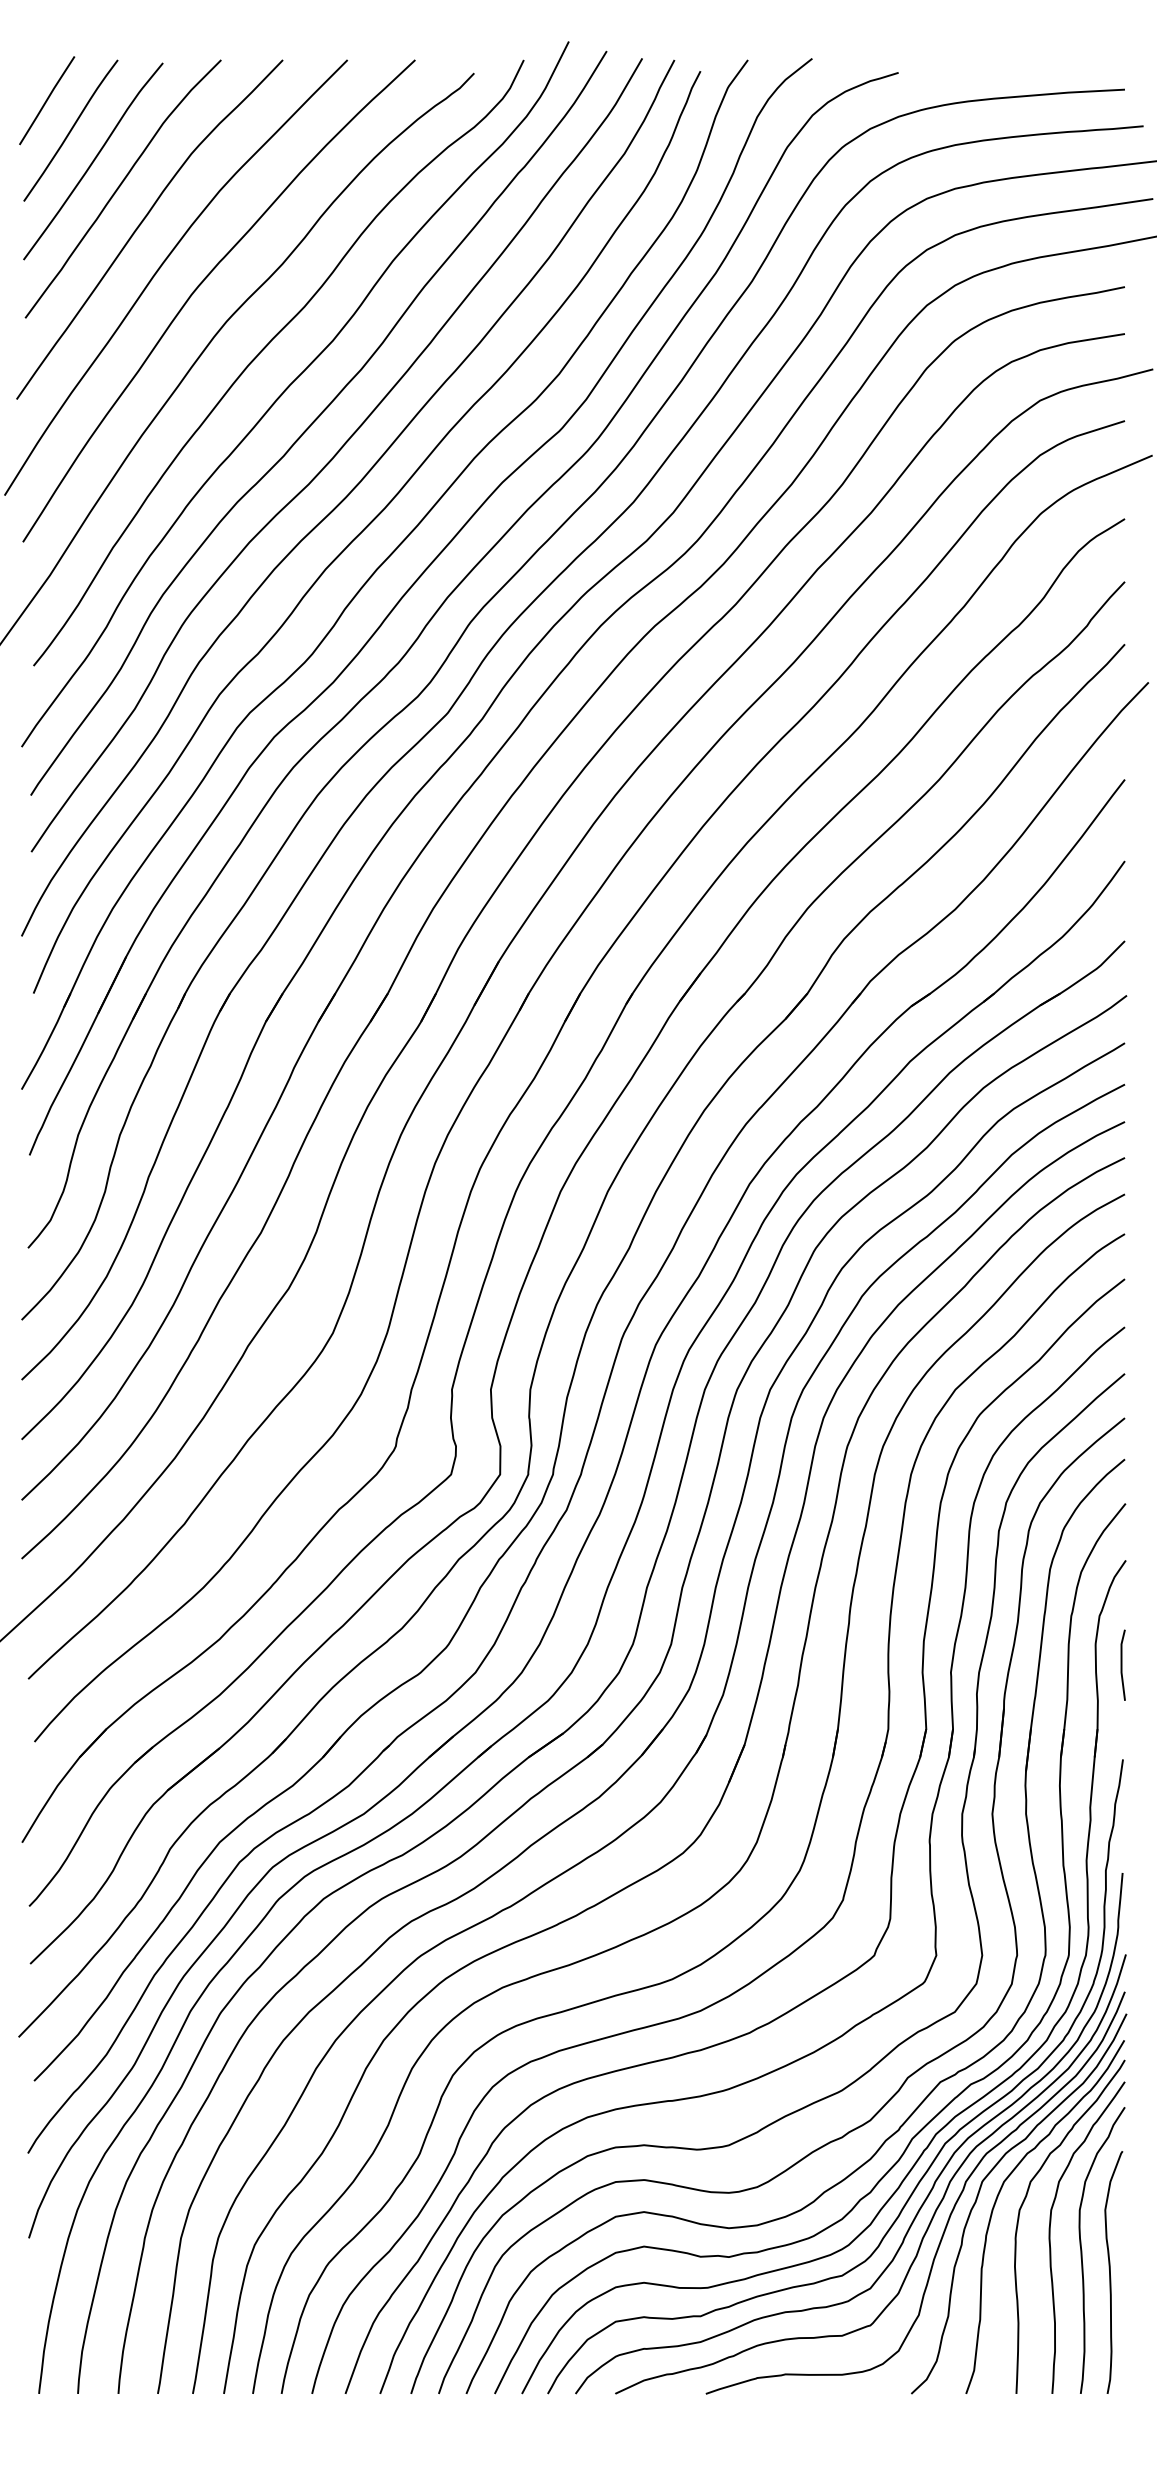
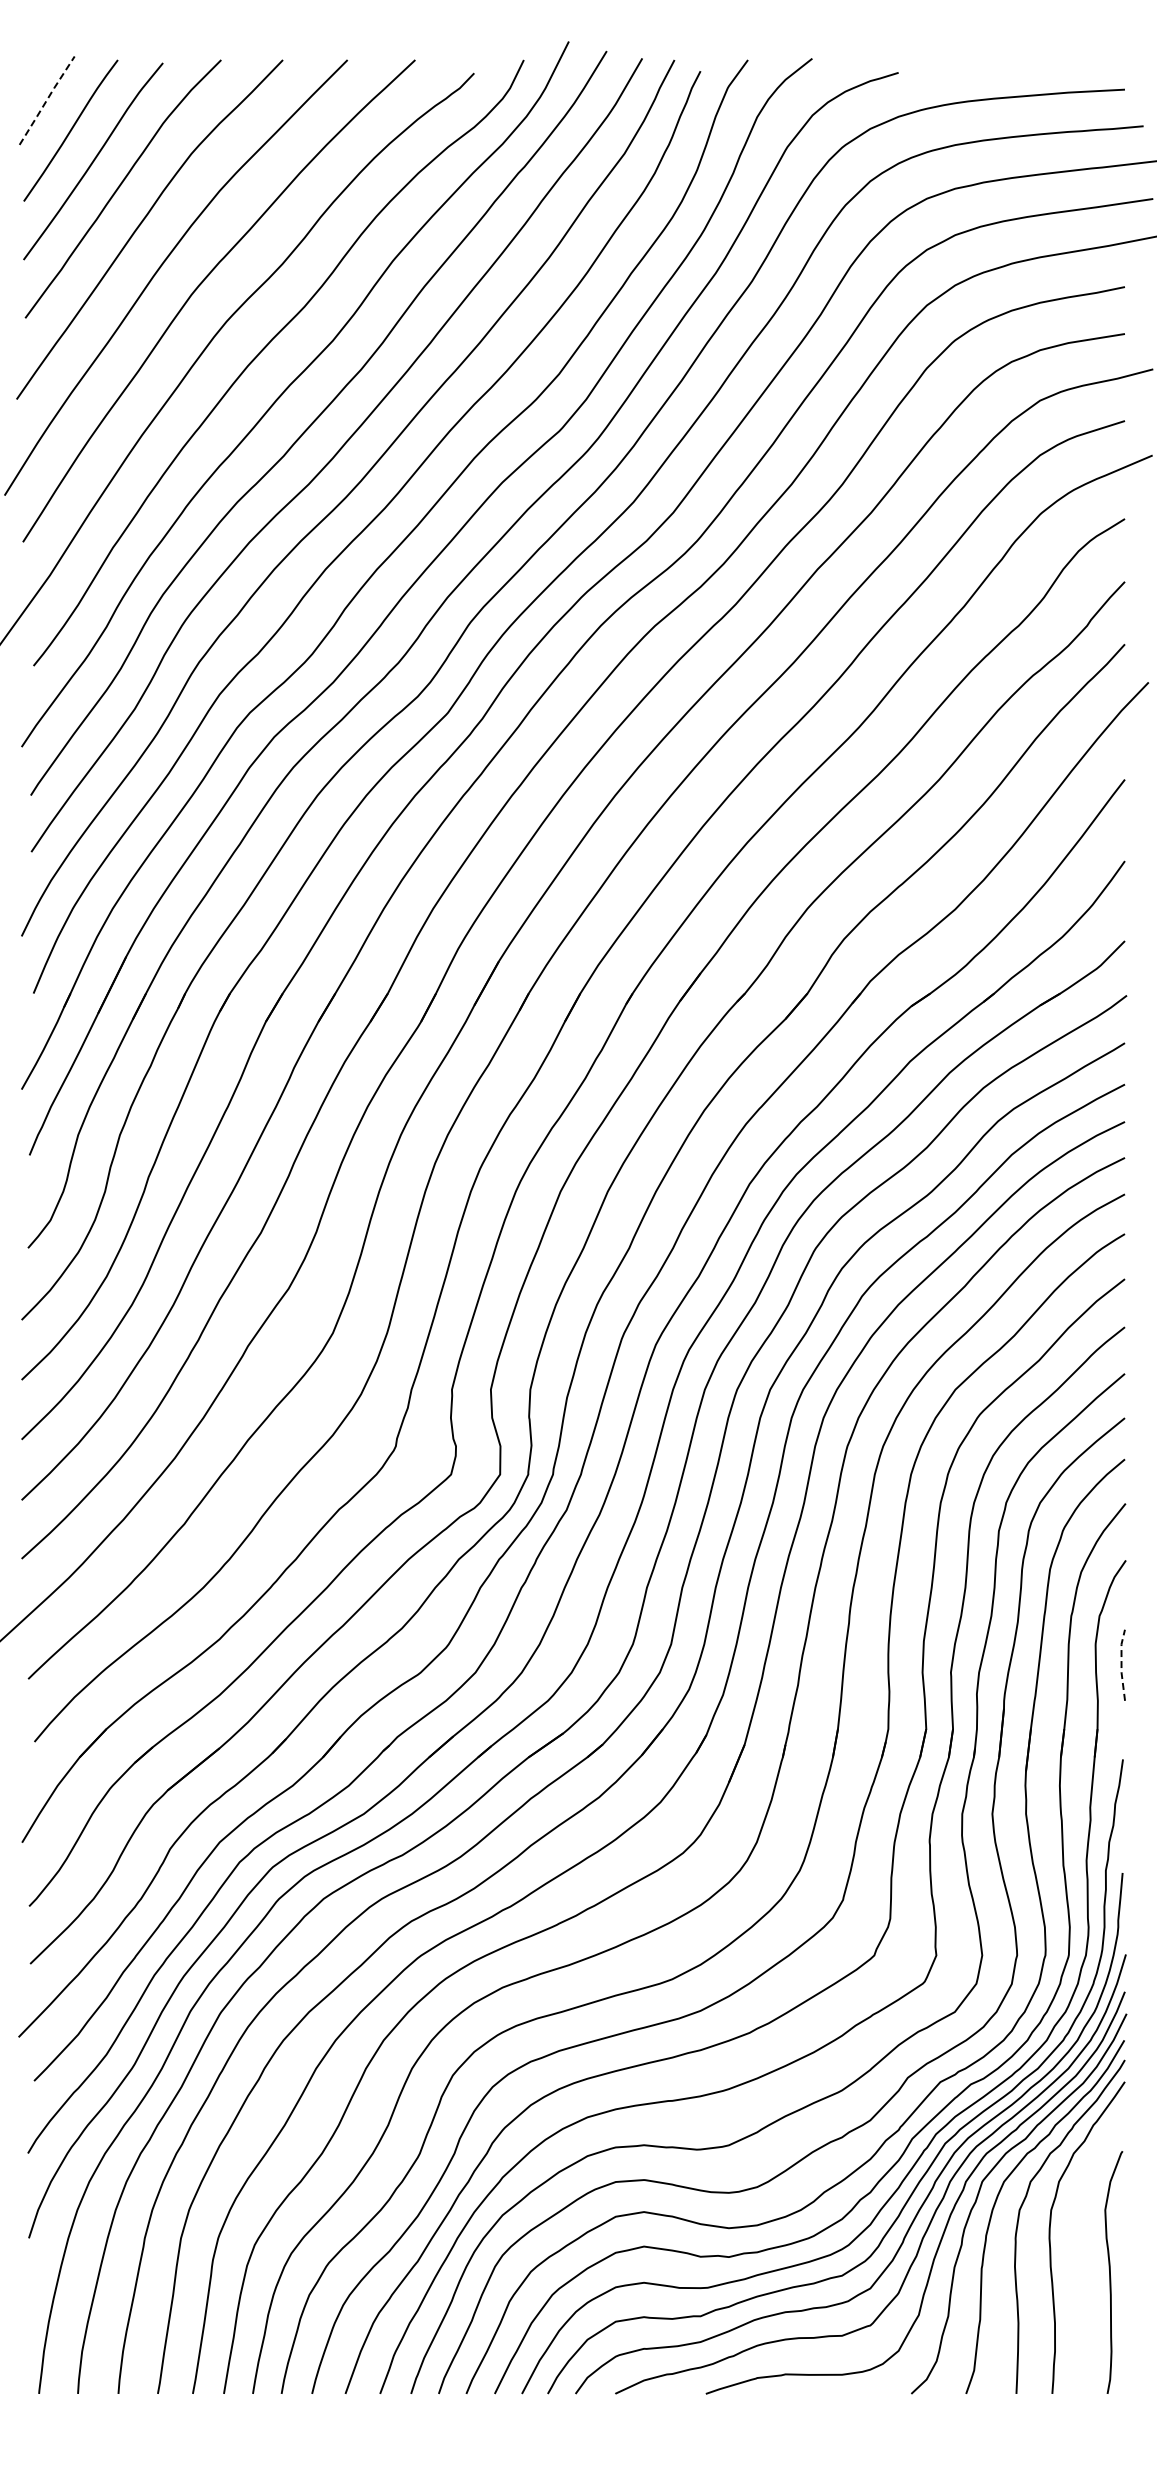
line at (46, 100): solid -> dashed
line at (1121, 1664): solid -> dashed
curve at (1082, 2250): present -> none
